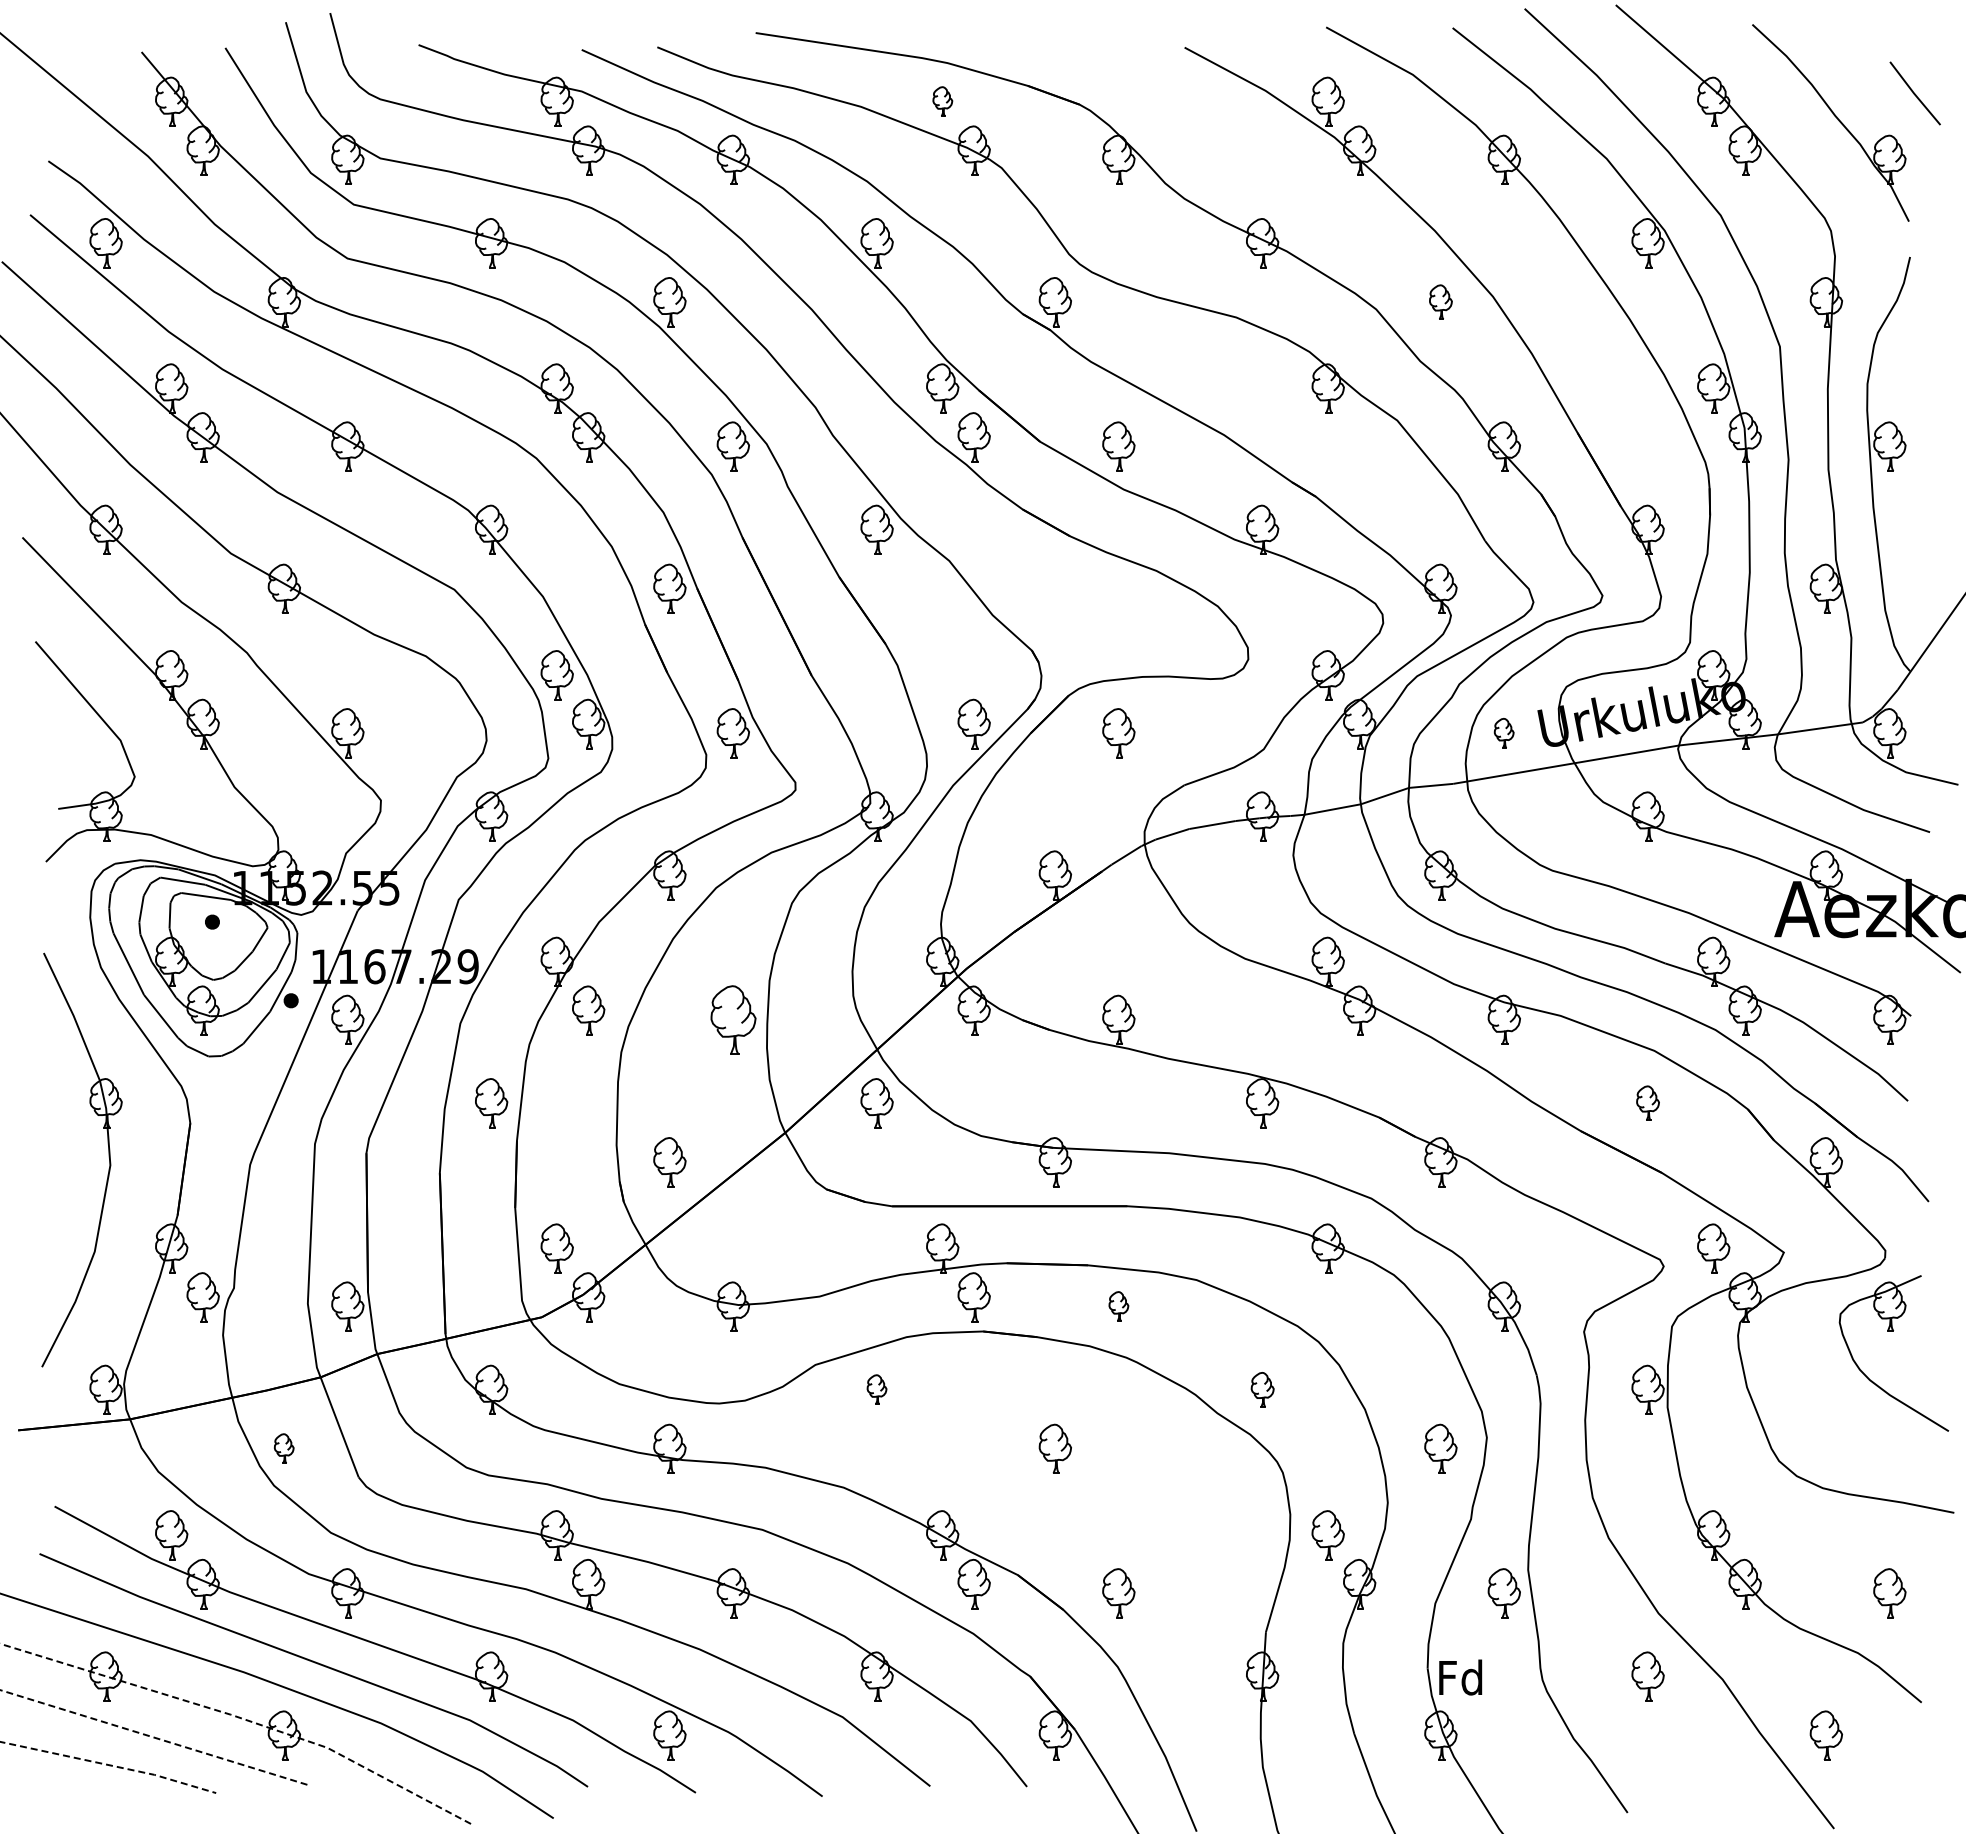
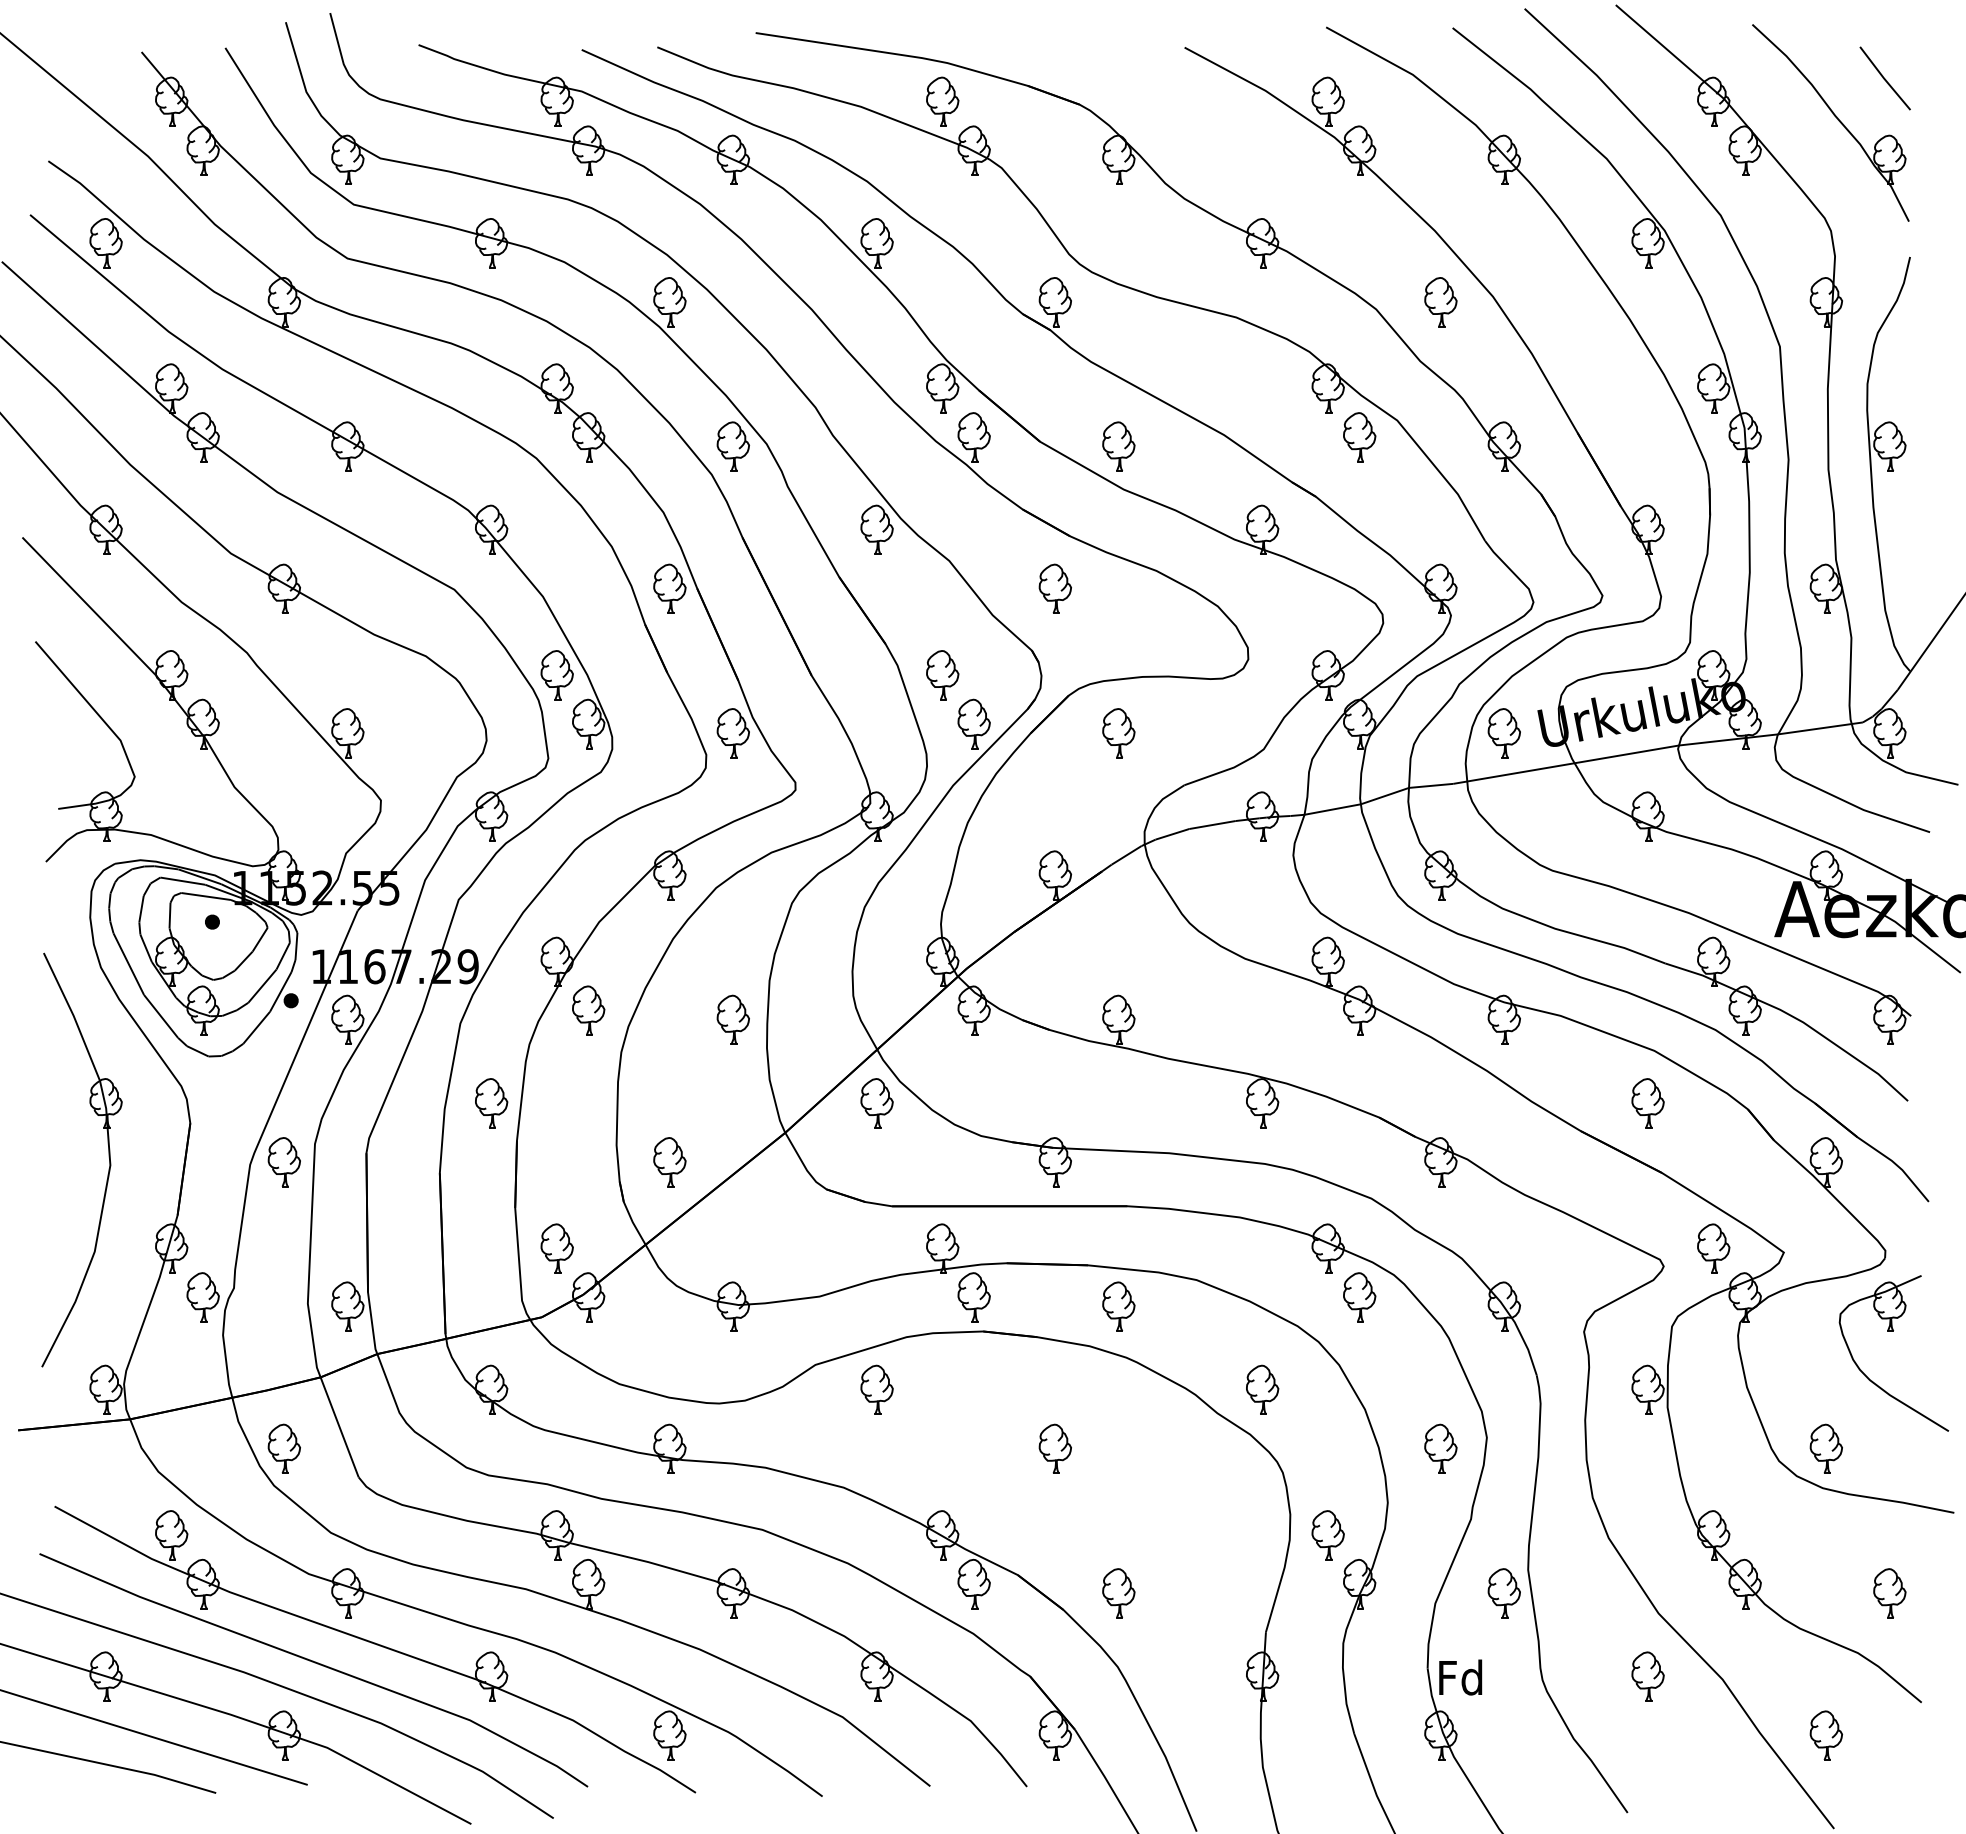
line at (1914, 93) position: (1914, 93) -> (1884, 78)
part at (942, 101) size: 22x31 px -> 34x51 px
part at (1440, 301) size: 24x36 px -> 34x51 px
part at (1359, 437): none -> present
part at (1054, 588): none -> present
part at (942, 675): none -> present
part at (1503, 733) size: 22x31 px -> 34x51 px
part at (733, 1019) size: 47x70 px -> 34x51 px
part at (1647, 1102) size: 24x36 px -> 34x51 px
part at (283, 1162): none -> present
part at (1359, 1297): none -> present
part at (1118, 1306) size: 22x31 px -> 34x51 px
part at (876, 1389) size: 22x31 px -> 34x51 px
part at (1262, 1389) size: 25x36 px -> 34x51 px
part at (284, 1448) size: 21x31 px -> 34x51 px
part at (1825, 1448): none -> present
line at (243, 1718): dashed -> solid
line at (154, 1737): dashed -> solid
line at (109, 1765): dashed -> solid
